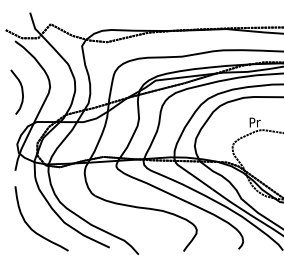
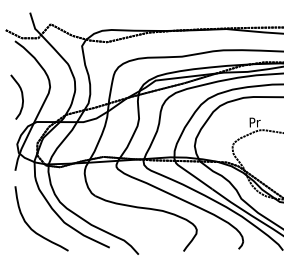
curve at (21, 91) position: (21, 91) -> (21, 96)
